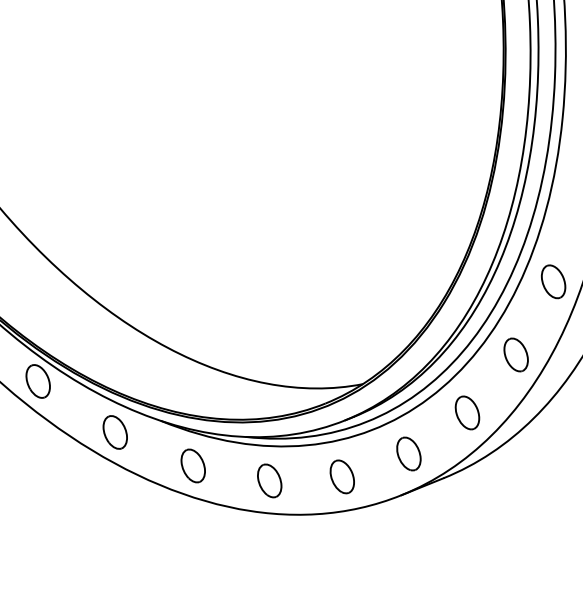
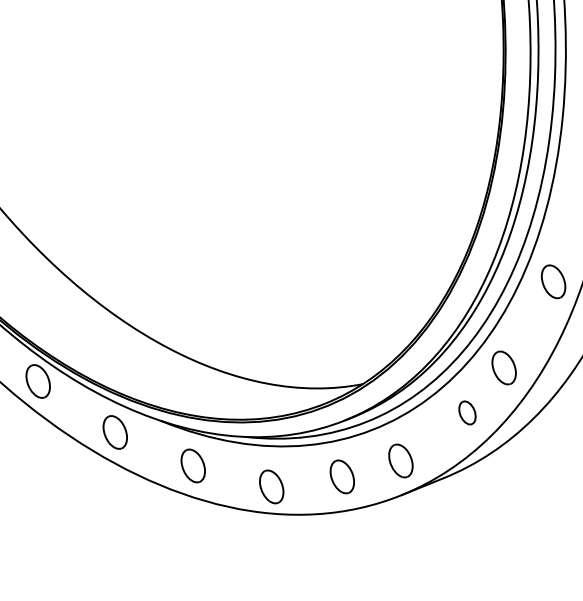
part at (515, 354) position: (515, 354) -> (503, 367)
part at (467, 412) size: 27x36 px -> 19x26 px
part at (408, 453) position: (408, 453) -> (400, 460)
part at (269, 480) position: (269, 480) -> (271, 486)
